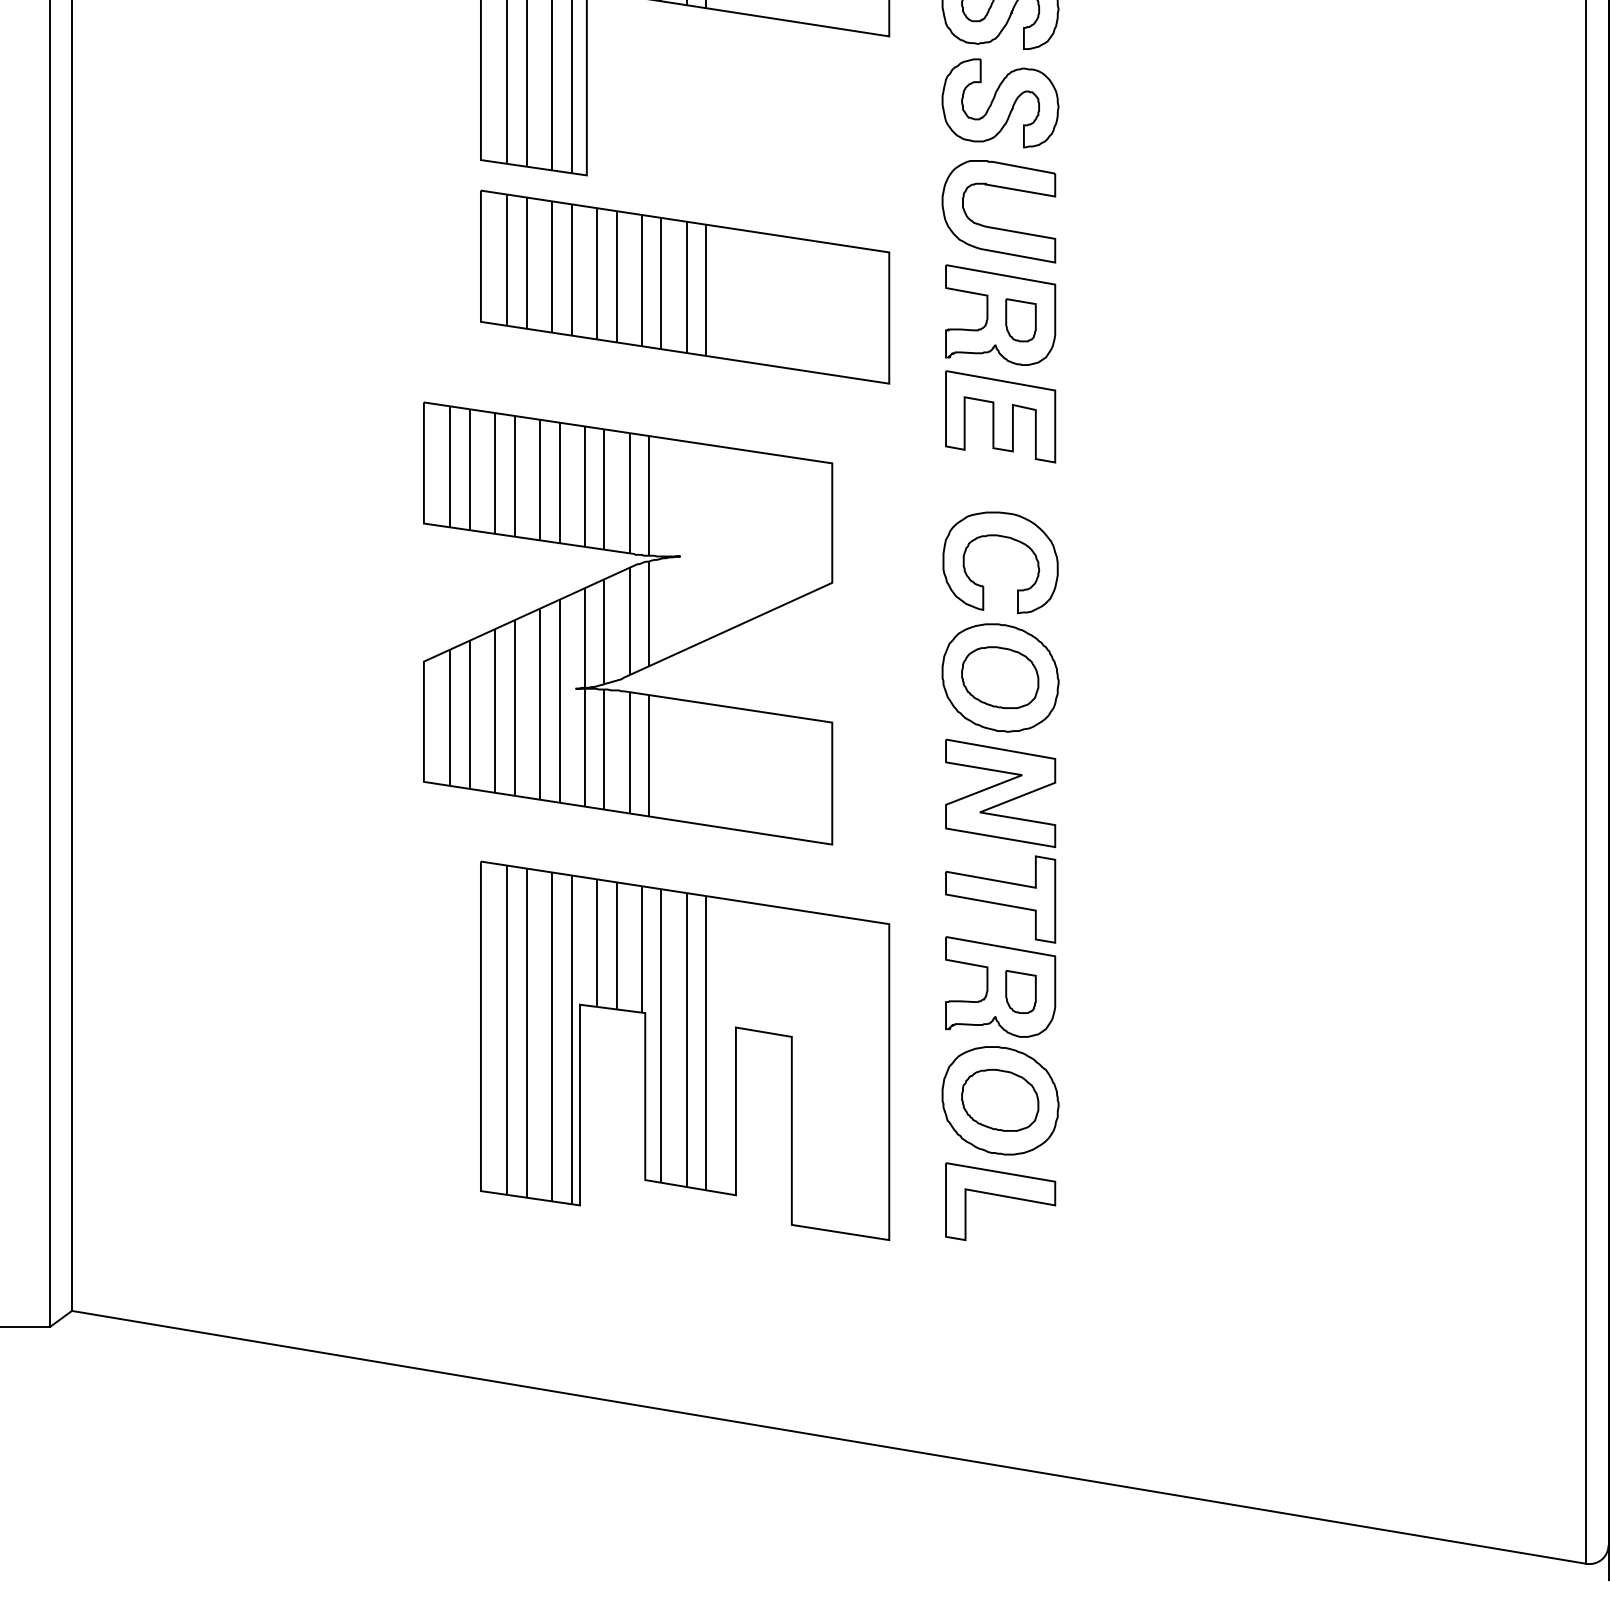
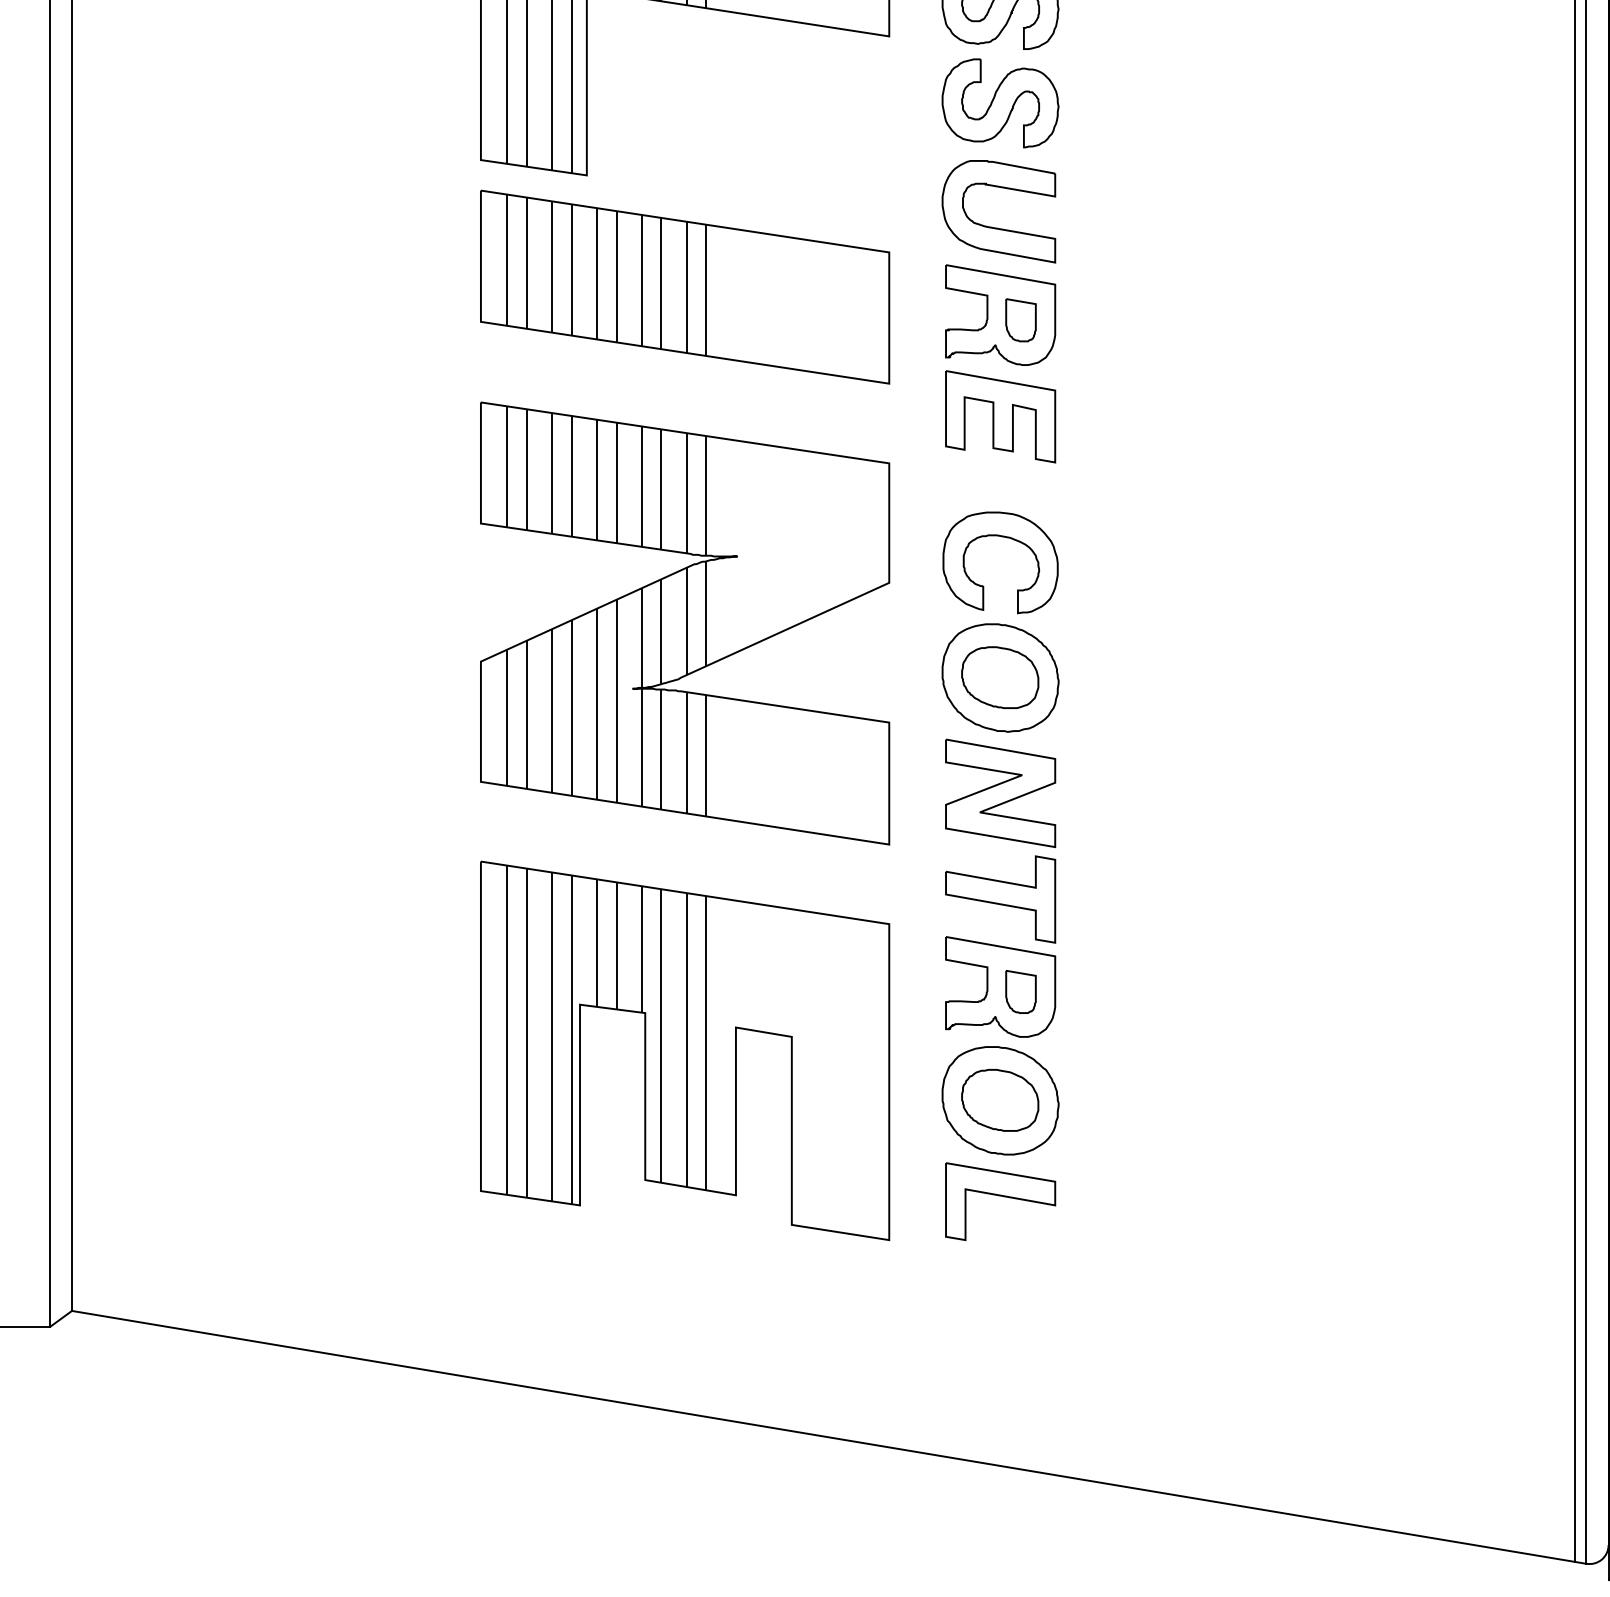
part at (628, 623) position: (628, 623) -> (685, 623)
line at (1575, 782): none -> present
